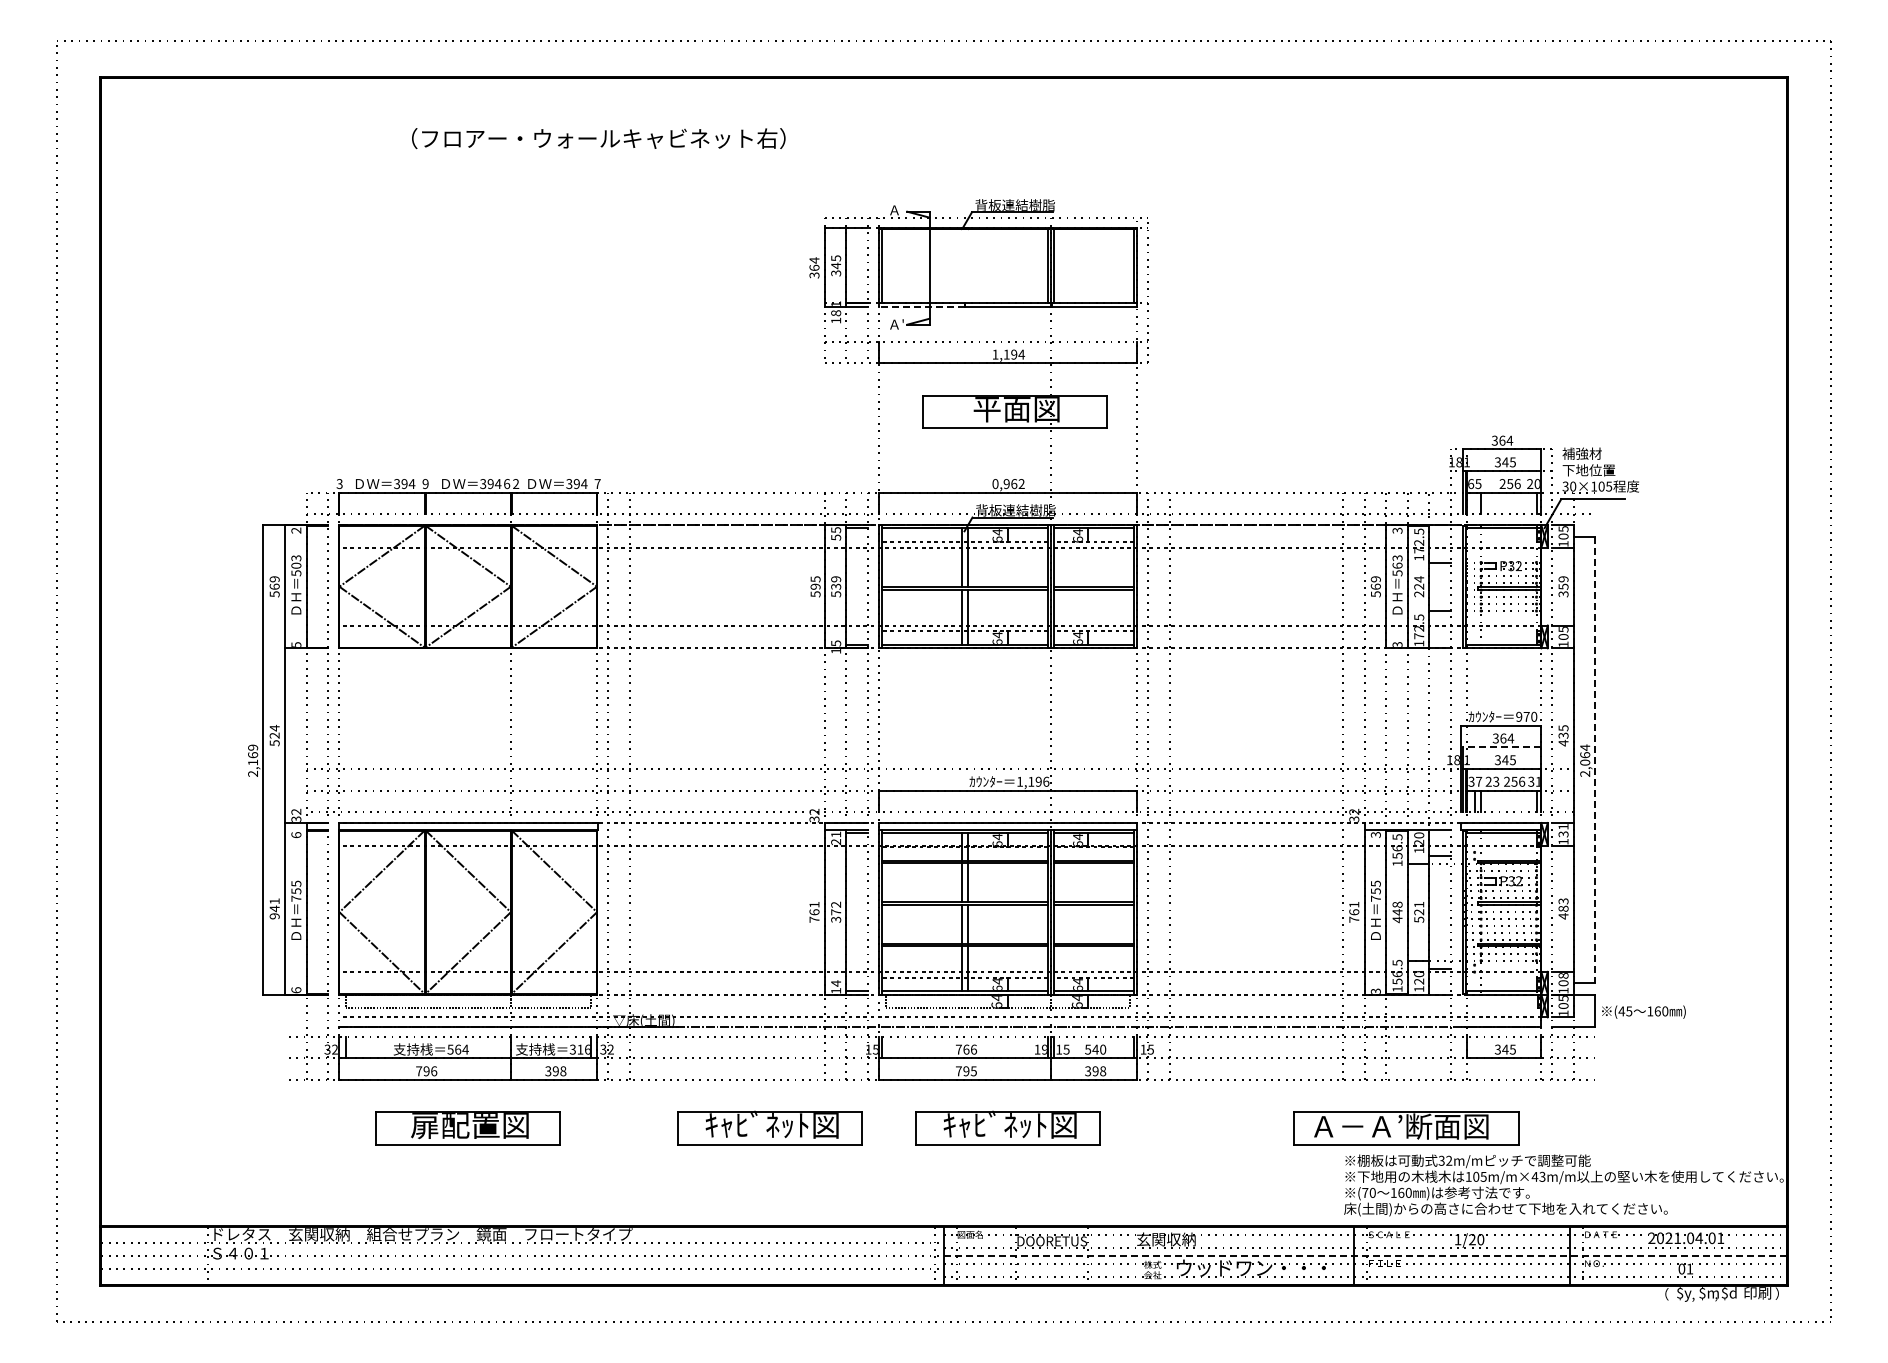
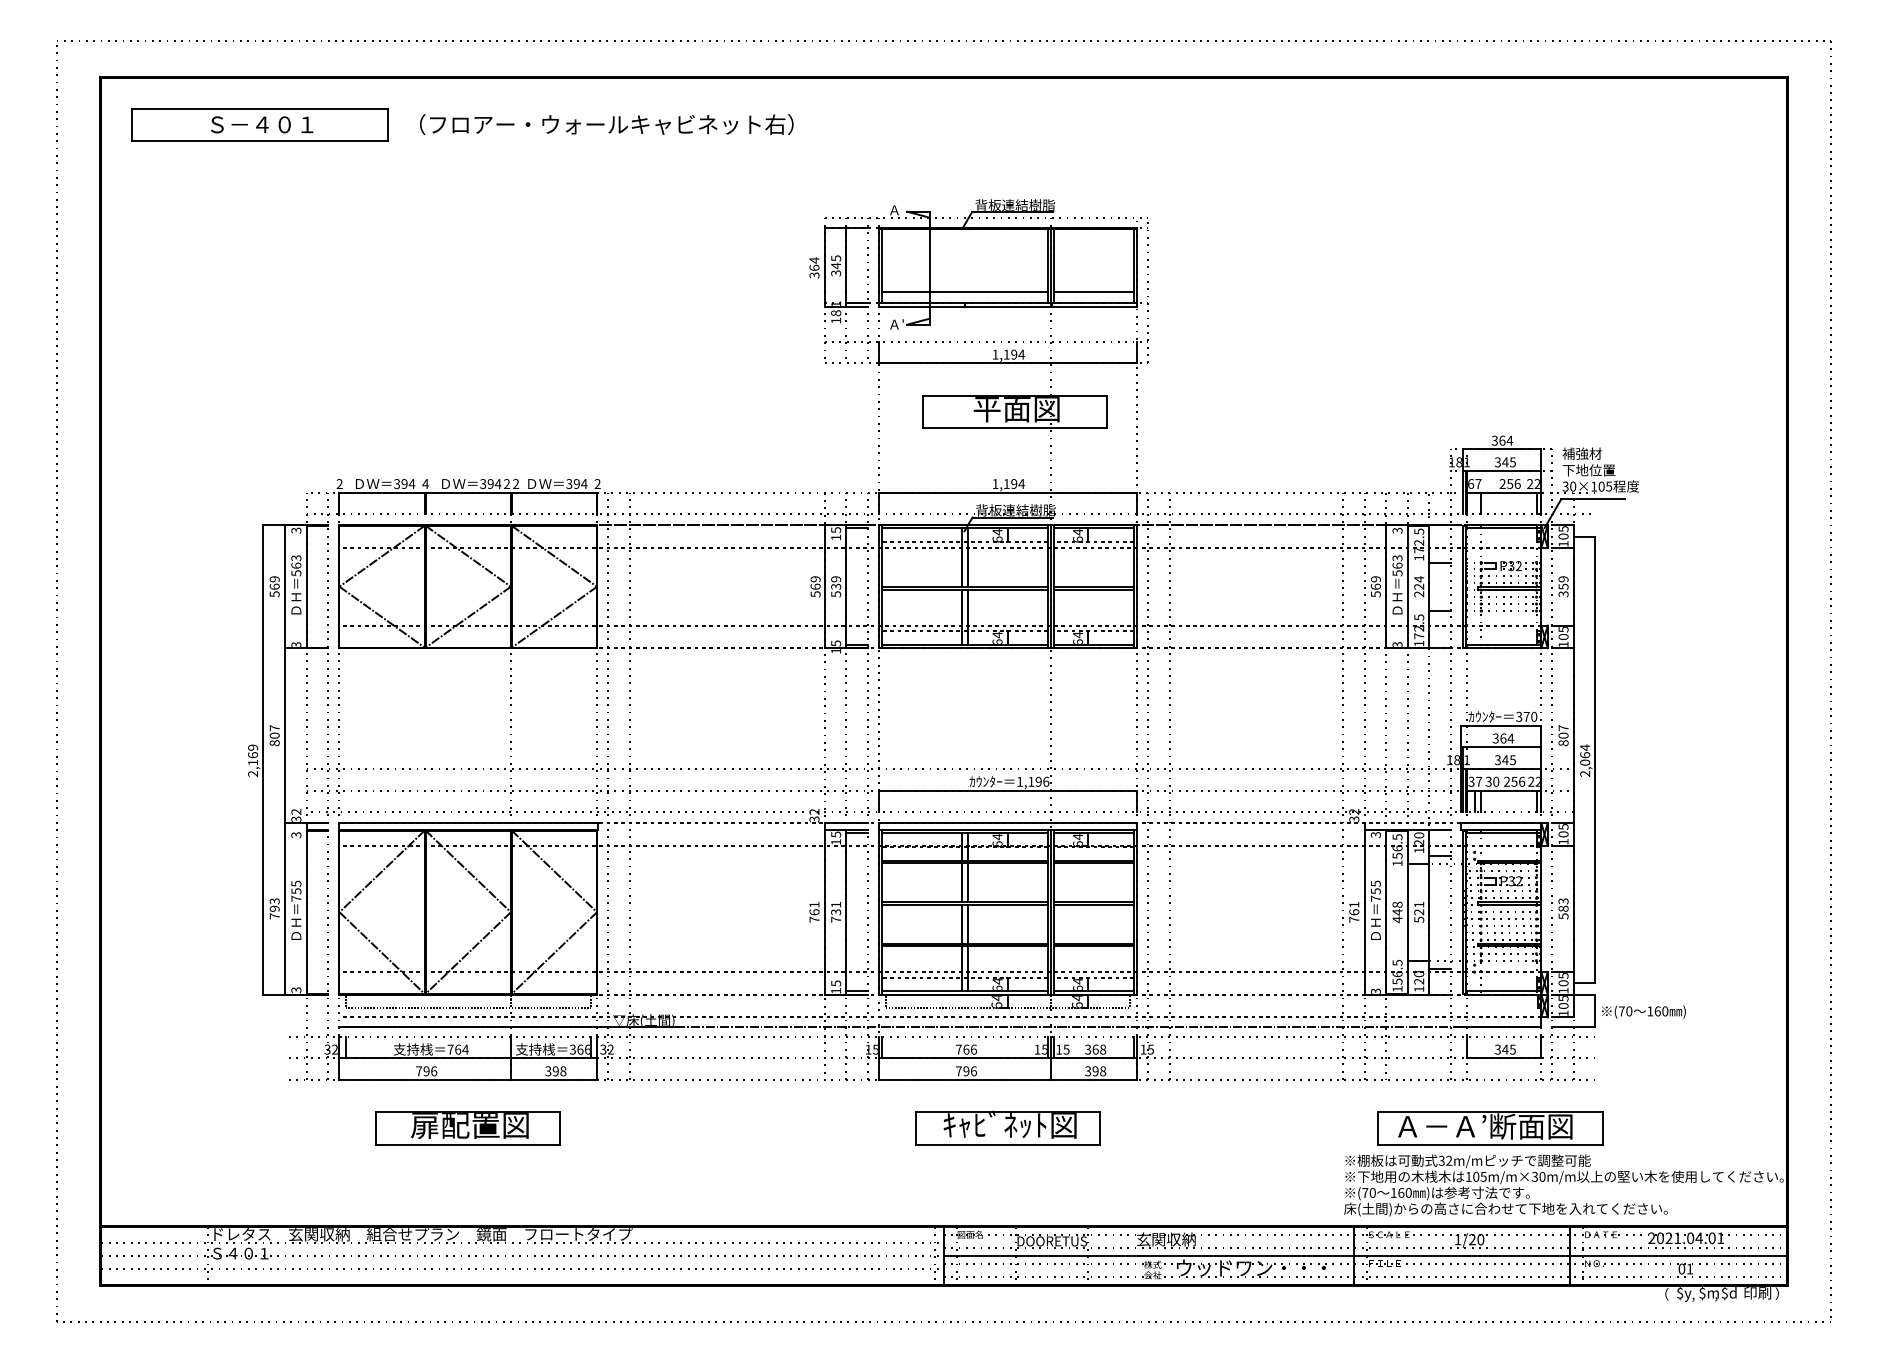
part at (259, 124): none -> present
text at (598, 138) position: (598, 138) -> (606, 124)
line at (964, 291): none -> present
line at (1094, 291): none -> present
line at (921, 307): dashed -> solid
text at (597, 483): 7 -> 2
text at (339, 484): 3 -> 2
text at (425, 484): 9 -> 4
text at (507, 484): 6 -> 2
text at (1008, 484): 0,962 -> 1,194
text at (1478, 484): 65 -> 67
text at (1536, 484): 20 -> 22
text at (296, 530): 2 -> 3
text at (836, 537): 55 -> 15
text at (296, 565): 503 -> 563
text at (815, 582): 595 -> 569
text at (295, 644): 5 -> 3
text at (1519, 716): 970 -> 370
text at (274, 735): 524 -> 807
text at (1563, 735): 435 -> 807
line at (1501, 747): dashed -> solid
line at (1595, 760): dashed -> solid
text at (1492, 781): 23 -> 30
text at (1533, 781): 31 -> 22
text at (1563, 830): 131 -> 105
text at (296, 835): 6 -> 3
text at (836, 838): 21 -> 15
text at (274, 908): 941 -> 793
text at (836, 911): 372 -> 731
text at (1563, 916): 483 -> 583
text at (1563, 975): 108 -> 105
text at (836, 983): 14 -> 15
text at (296, 990): 6 -> 3
text at (1625, 1011): (45 -> (70
text at (450, 1049): 564 -> 764
text at (580, 1049): 316 -> 366
text at (1043, 1049): 19 -> 15
text at (1095, 1049): 540 -> 368
text at (973, 1071): 795 -> 796
part at (769, 1127): present -> none
part at (1406, 1128) position: (1406, 1128) -> (1490, 1128)
text at (1538, 1176): 105m/m×43m/m -> 105m/m×30m/m
line at (1365, 1255): dashed -> solid
